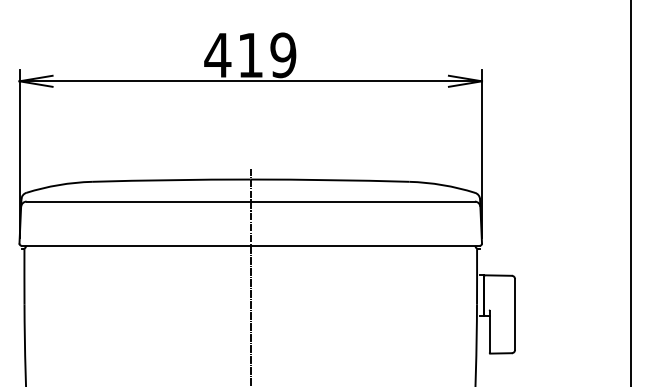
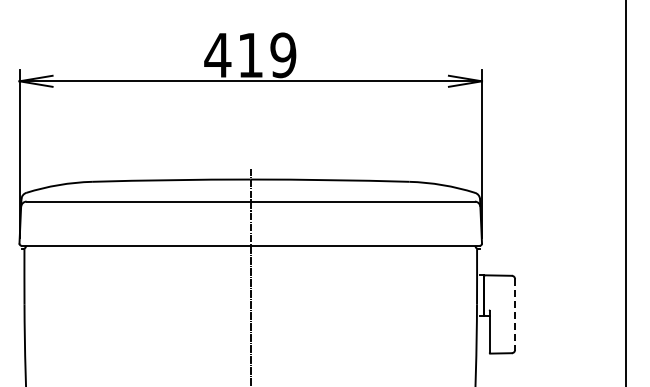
line at (630, 192) position: (630, 192) -> (625, 192)
line at (515, 315): solid -> dashed
